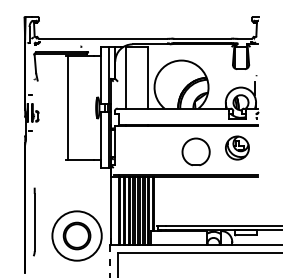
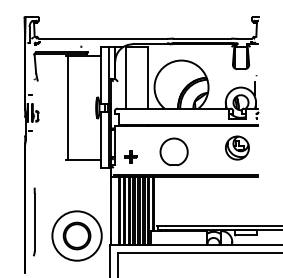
part at (195, 151) position: (195, 151) -> (173, 151)
part at (130, 156): none -> present
line at (110, 261): dashed -> solid
